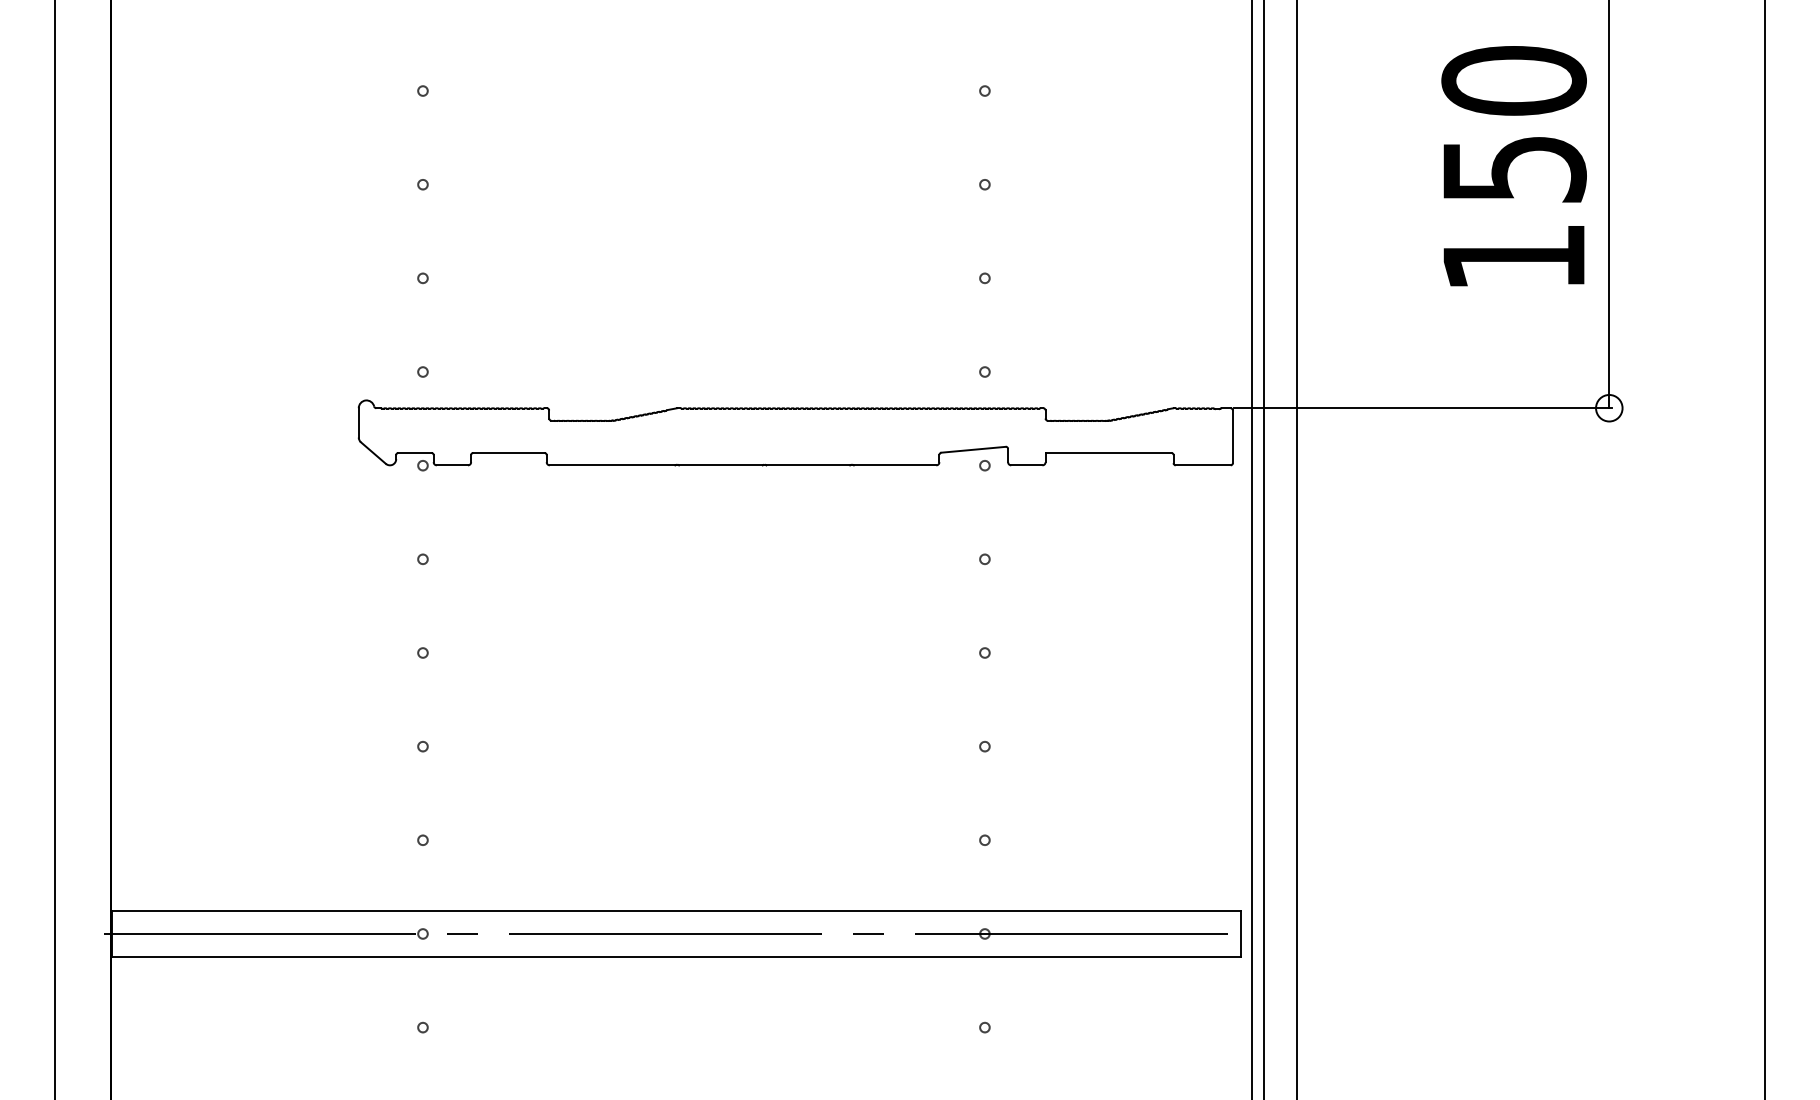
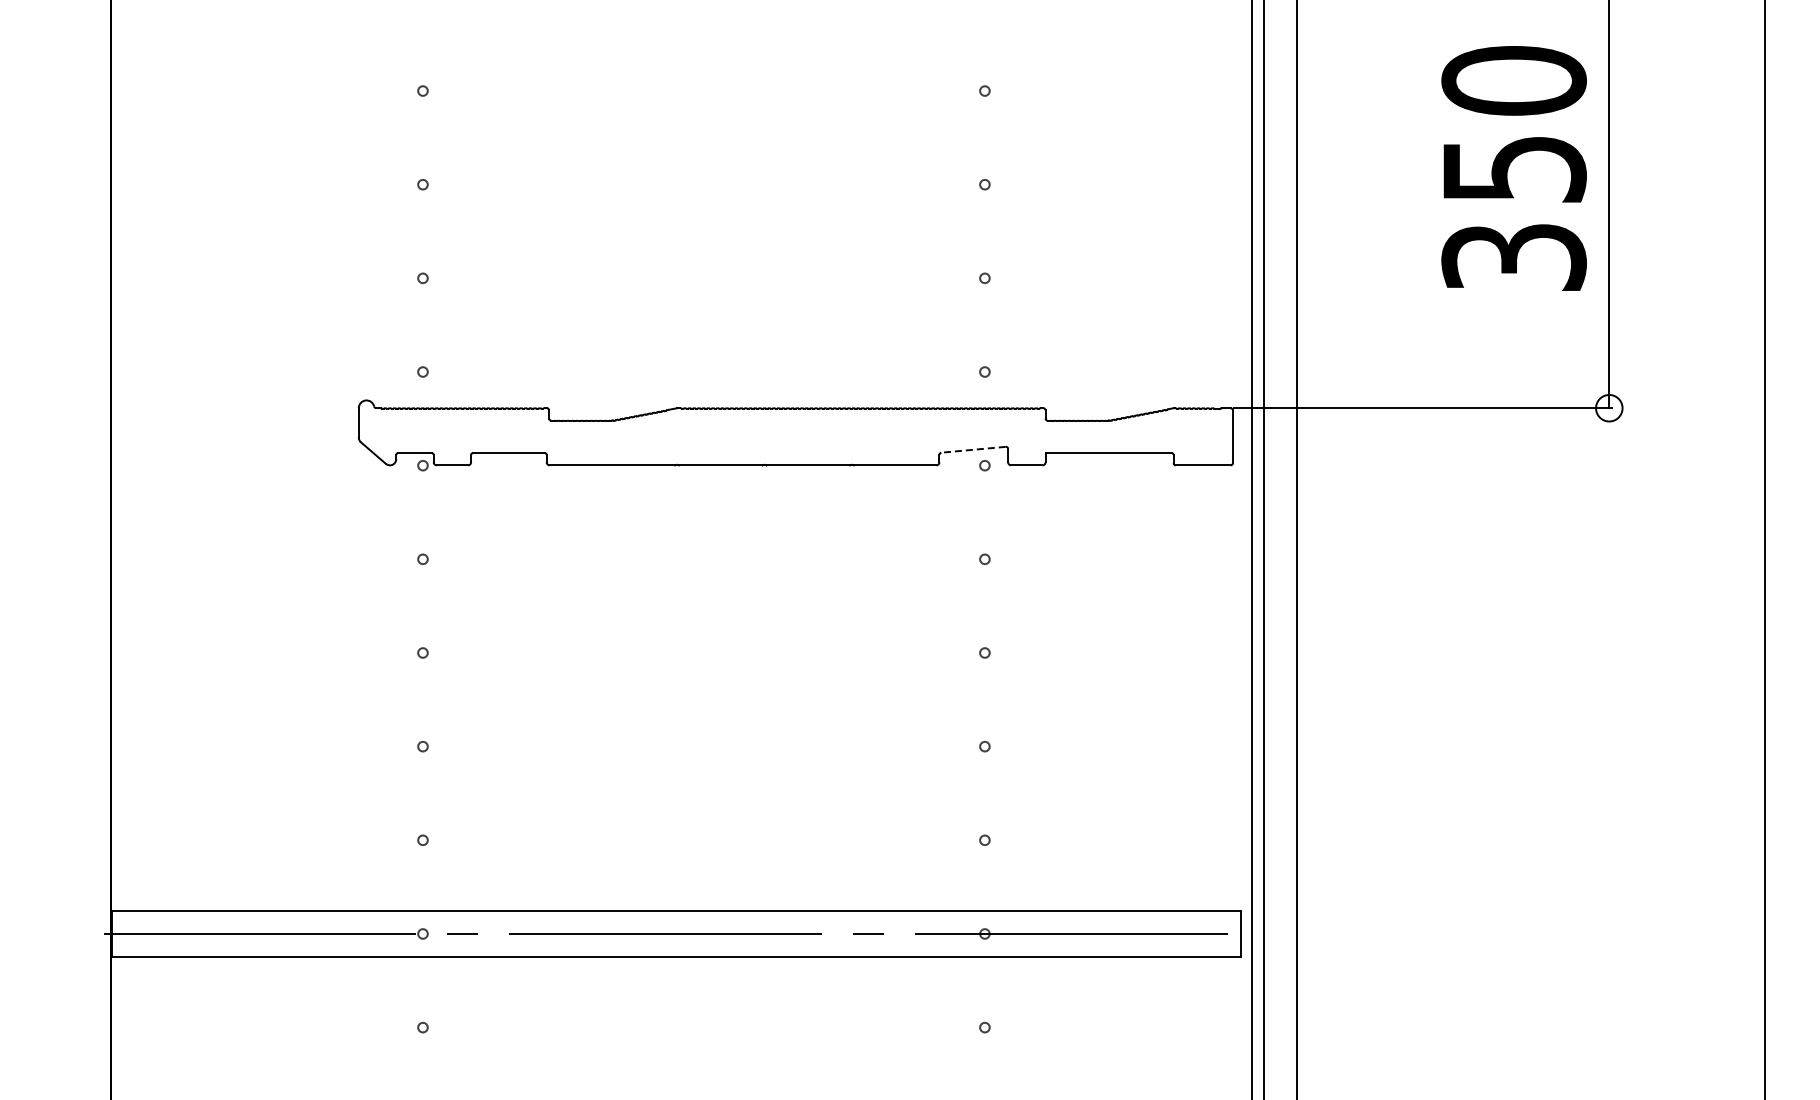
text at (1513, 257): 150 -> 350
line at (973, 449): solid -> dashed
line at (54, 549): present -> none
